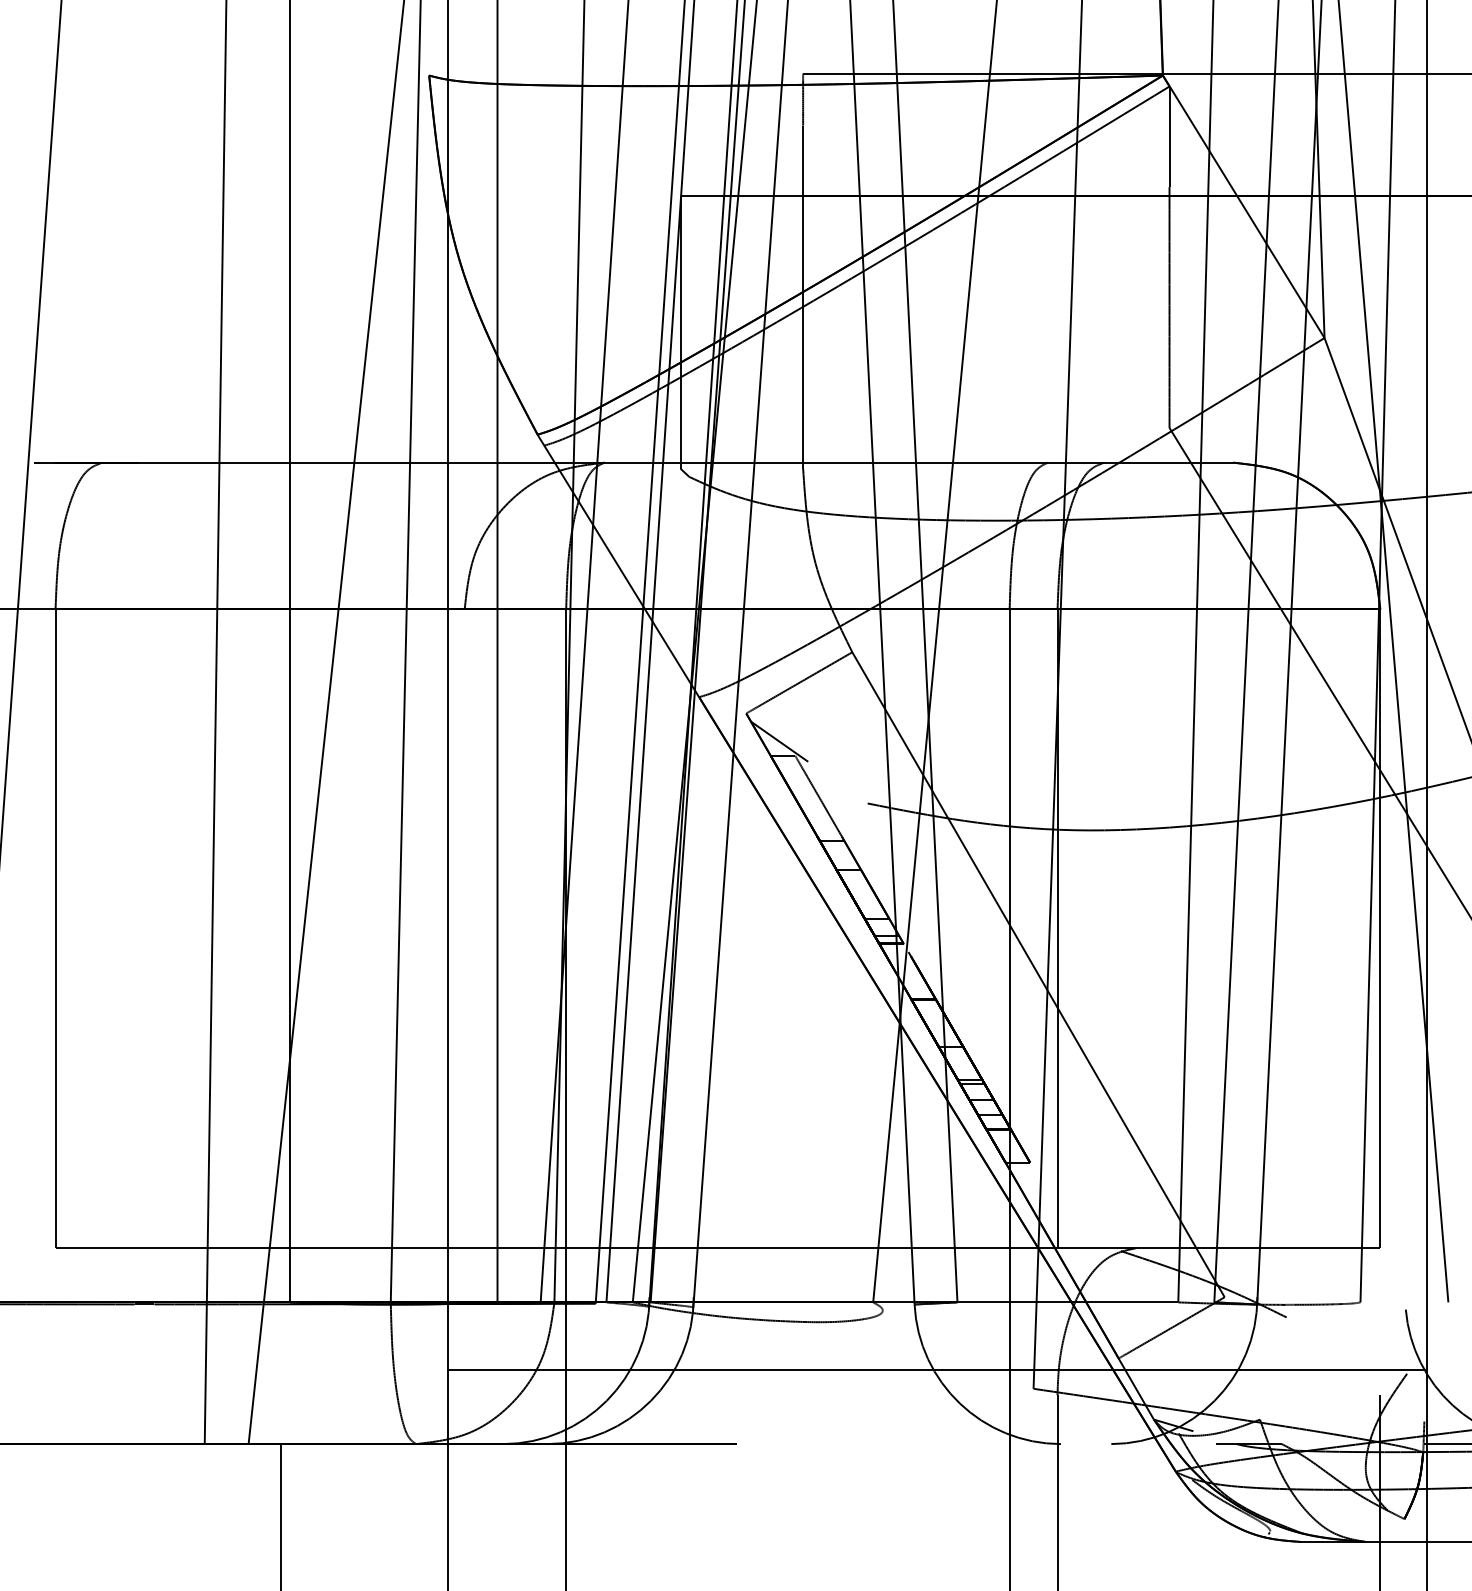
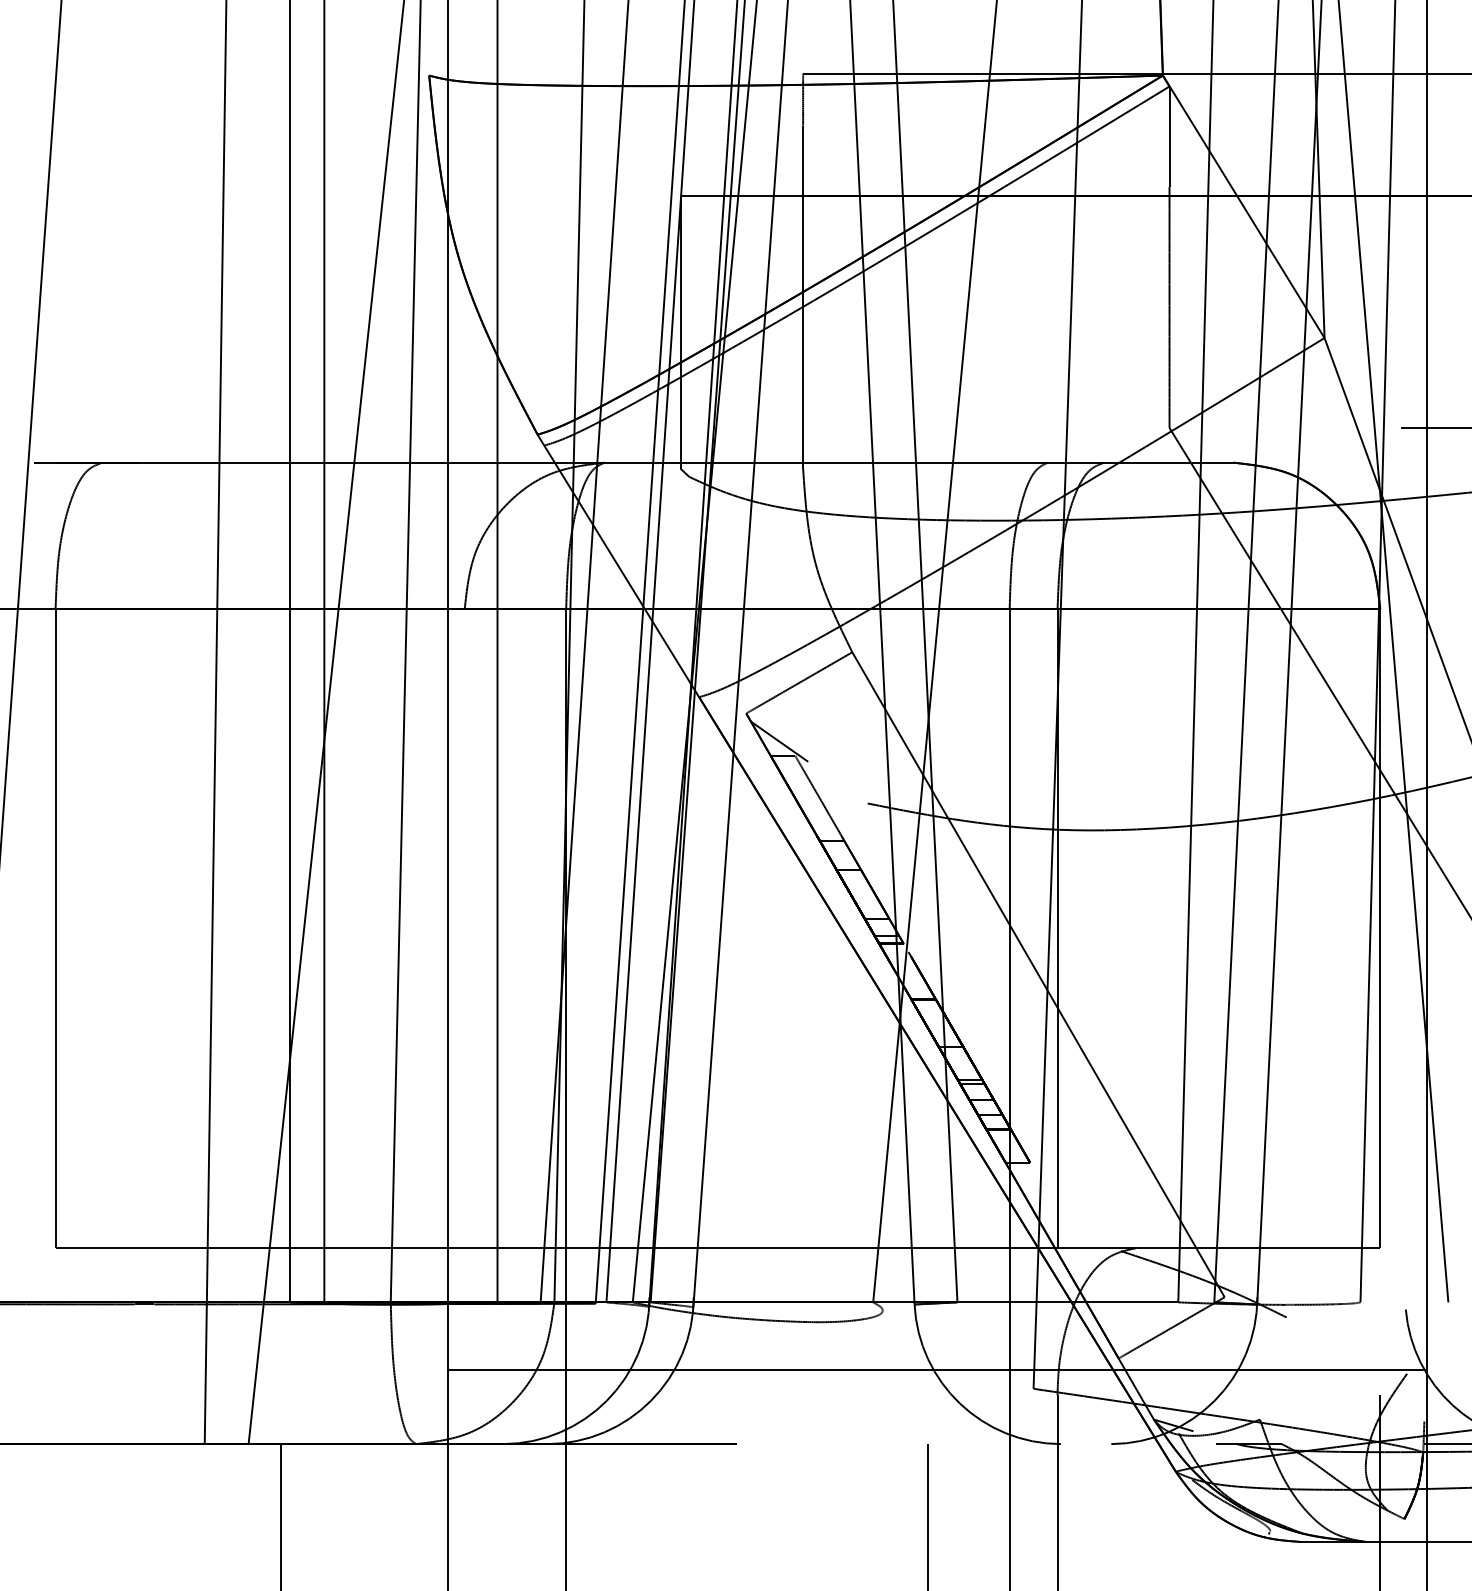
line at (1434, 427): none -> present
line at (324, 652): none -> present
line at (927, 1515): none -> present
